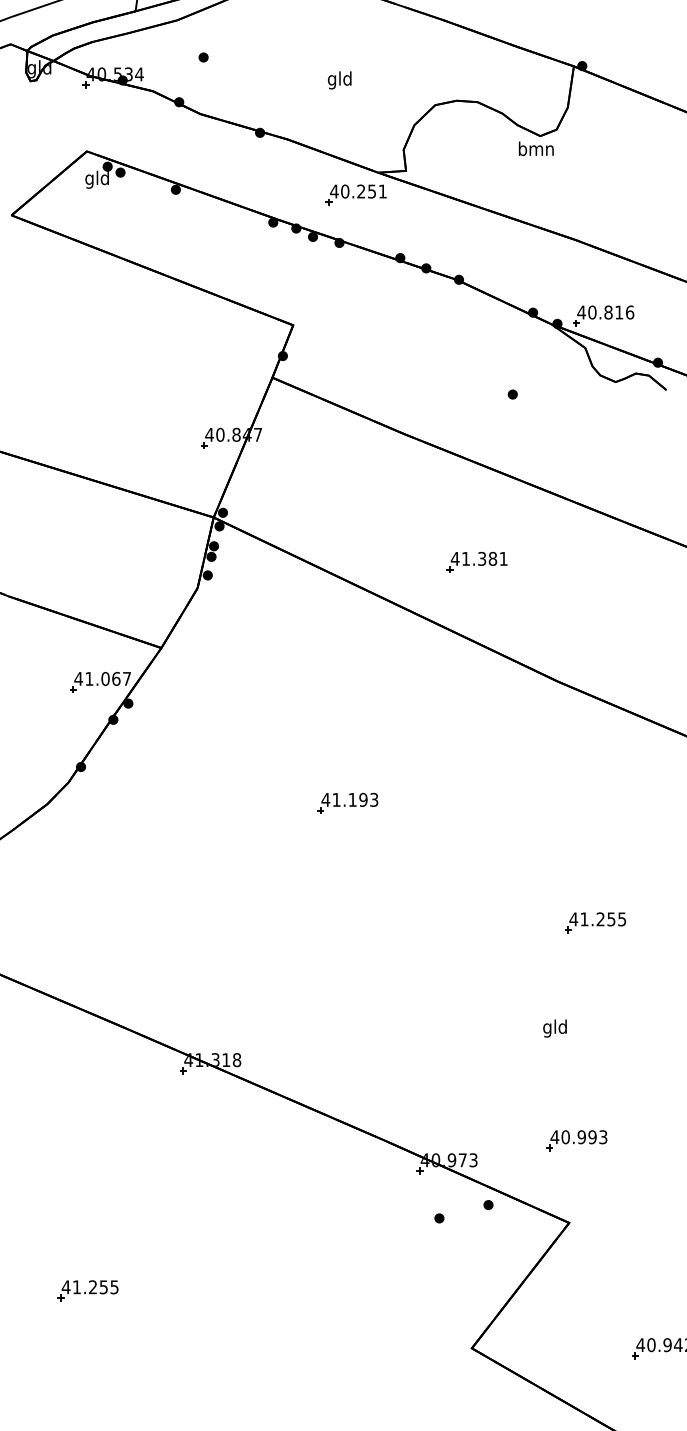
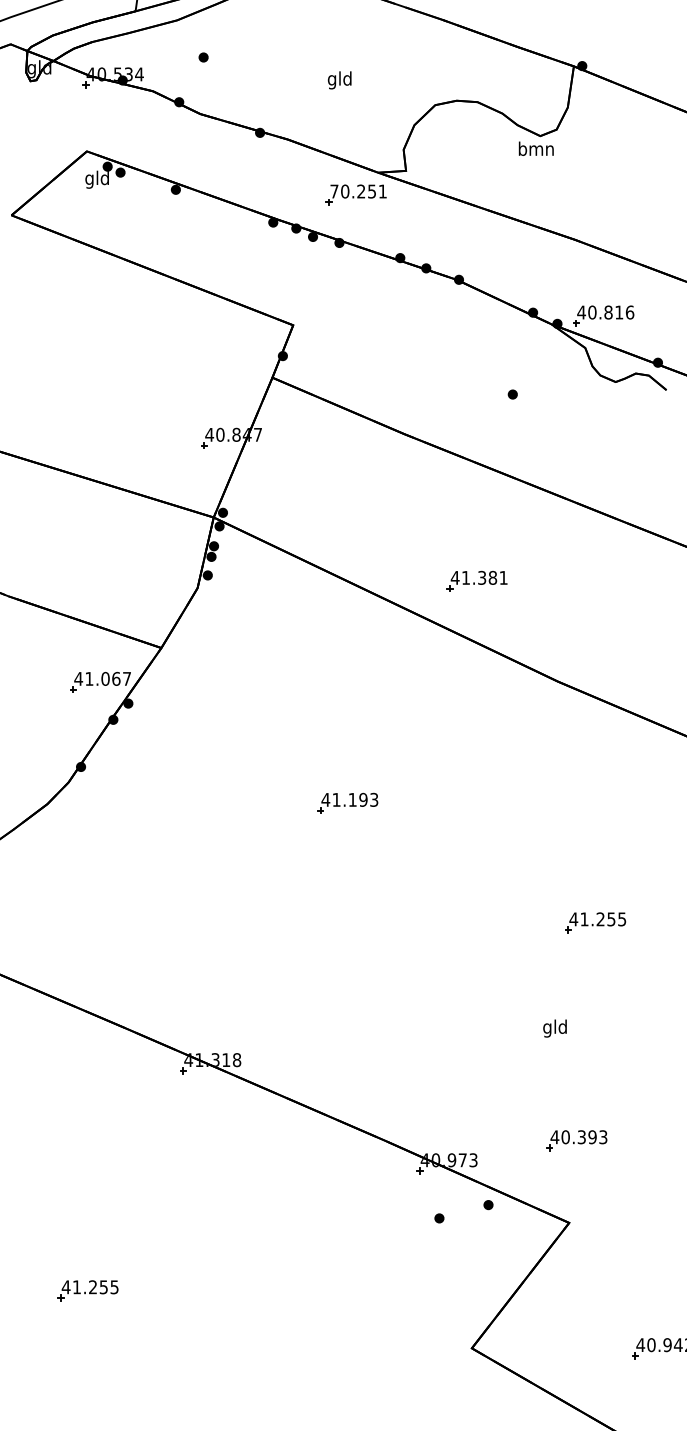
text at (334, 191): 40.251 -> 70.251
part at (476, 561) position: (476, 561) -> (476, 580)
text at (581, 1137): 40.993 -> 40.393
